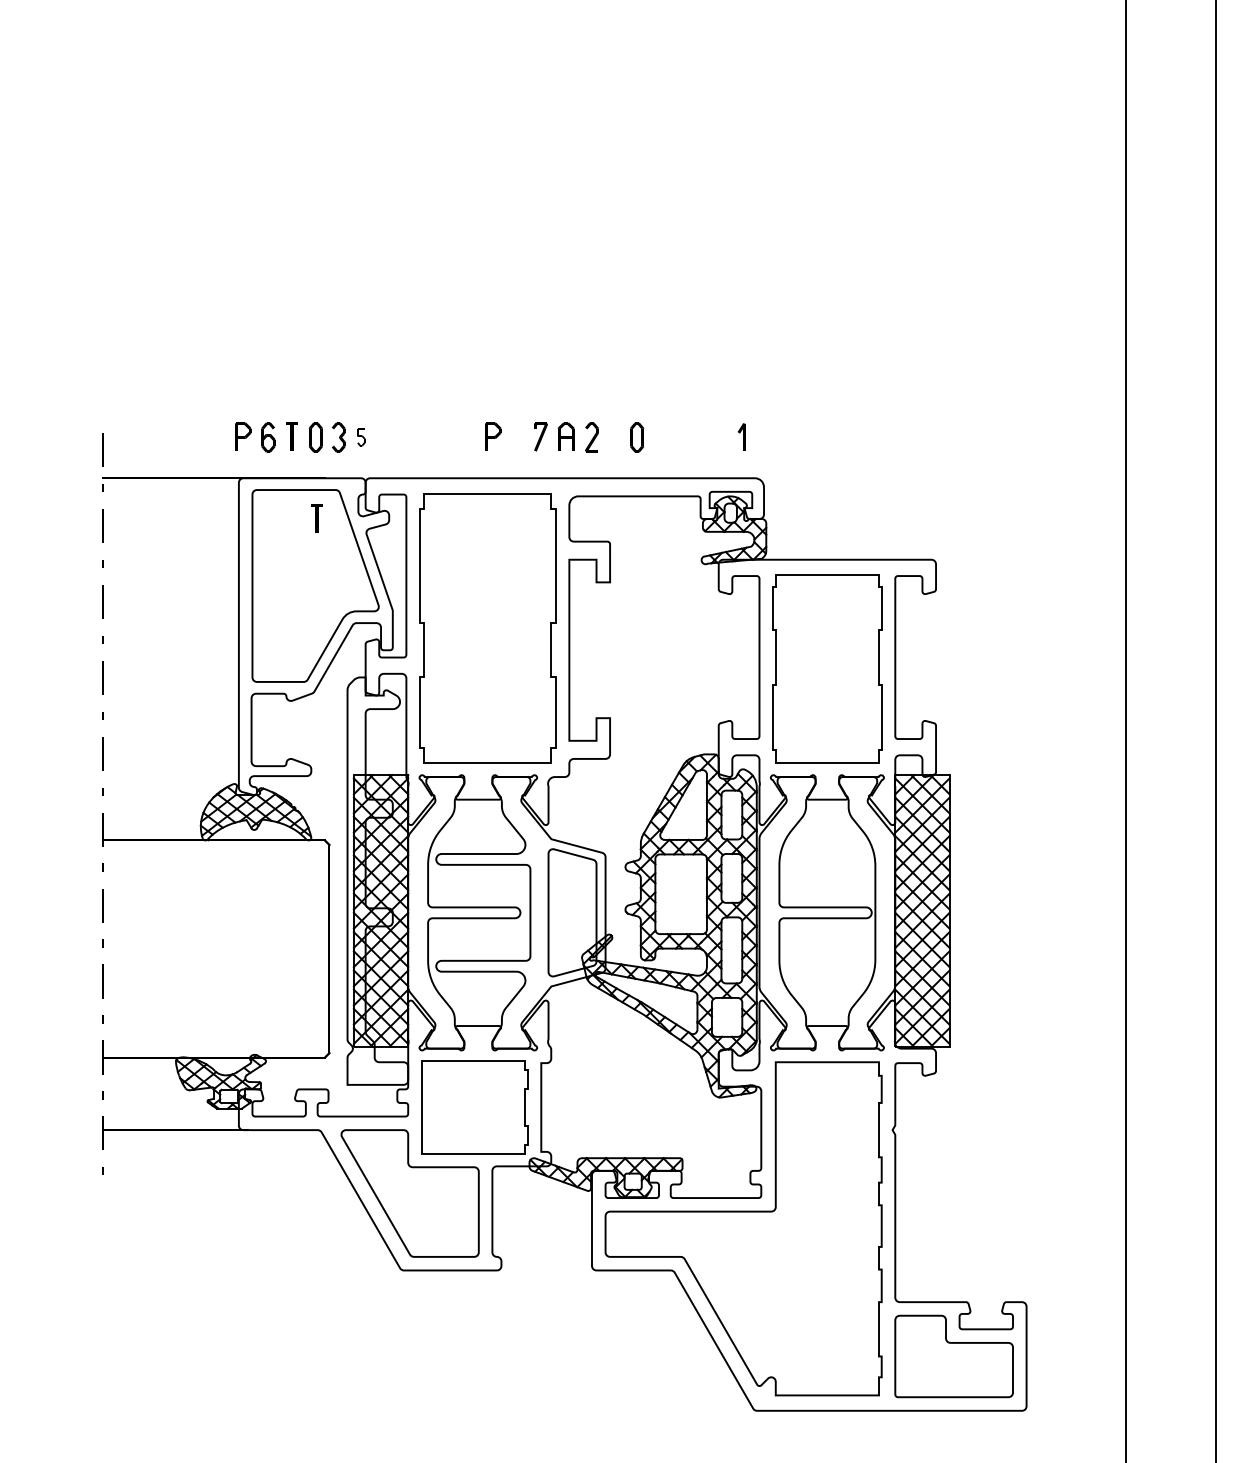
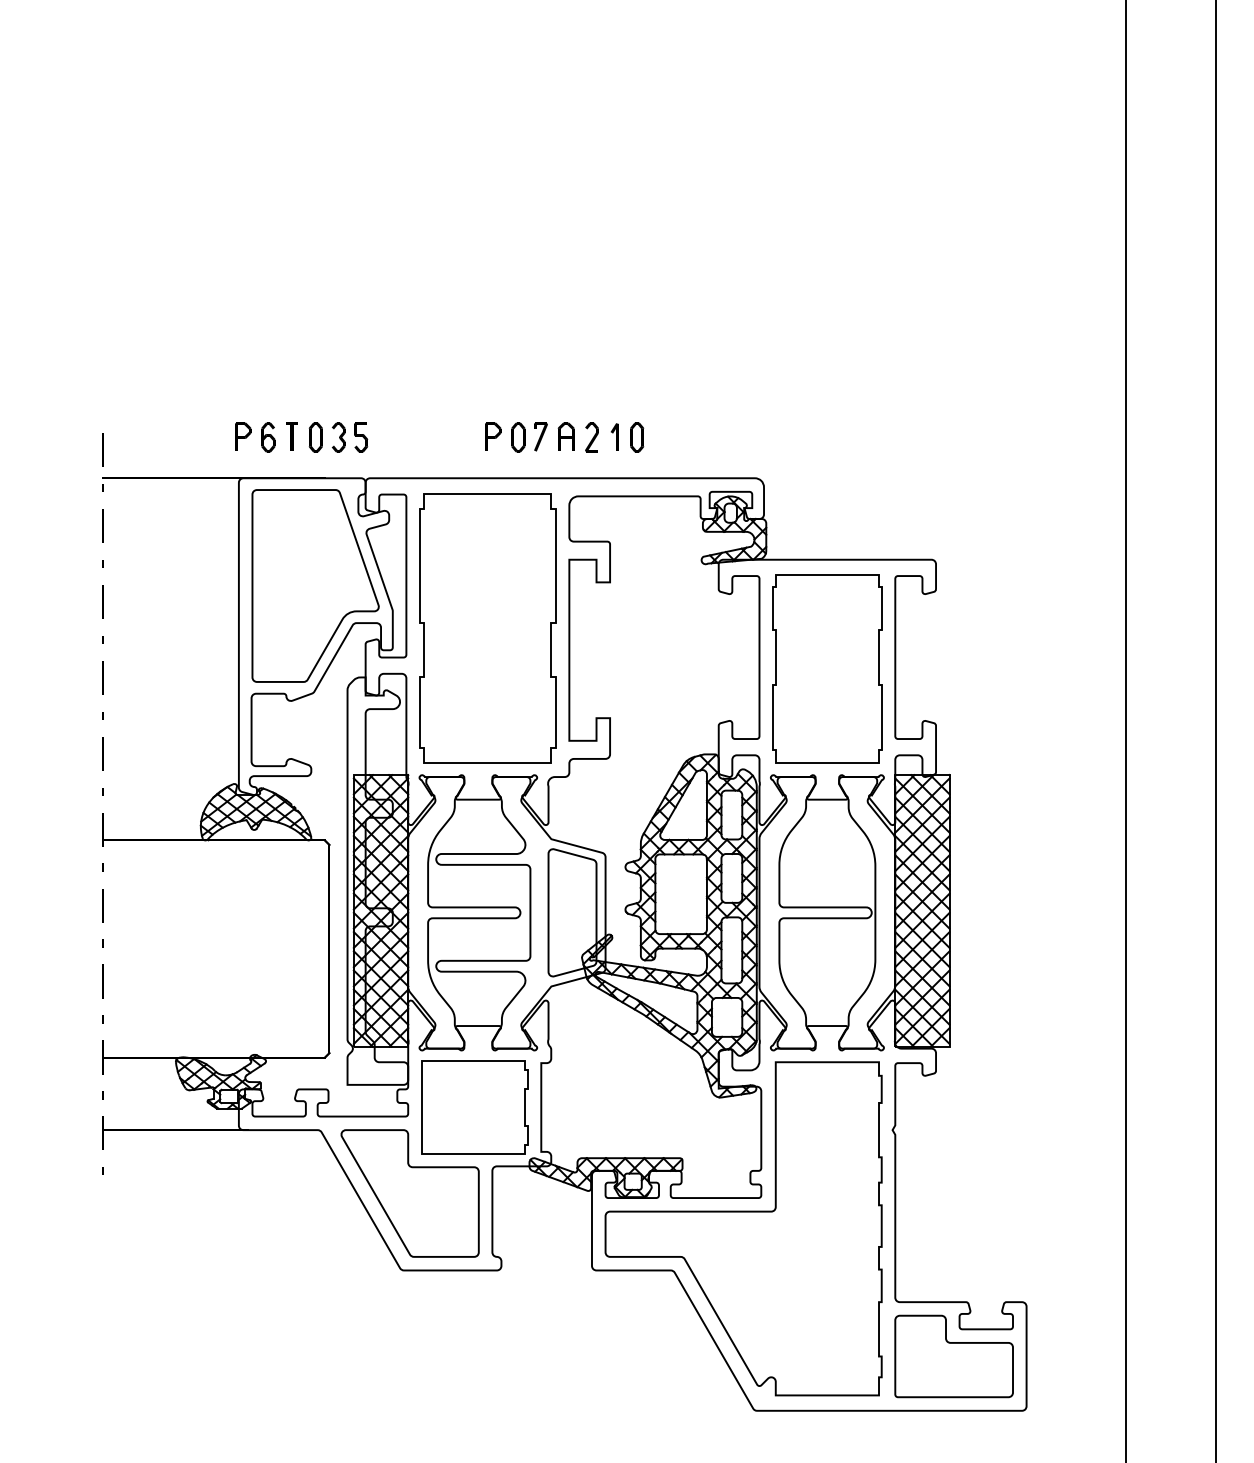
part at (741, 436) position: (741, 436) -> (614, 436)
part at (361, 437) size: 9x19 px -> 15x31 px
part at (518, 437): none -> present
part at (316, 518): present -> none
